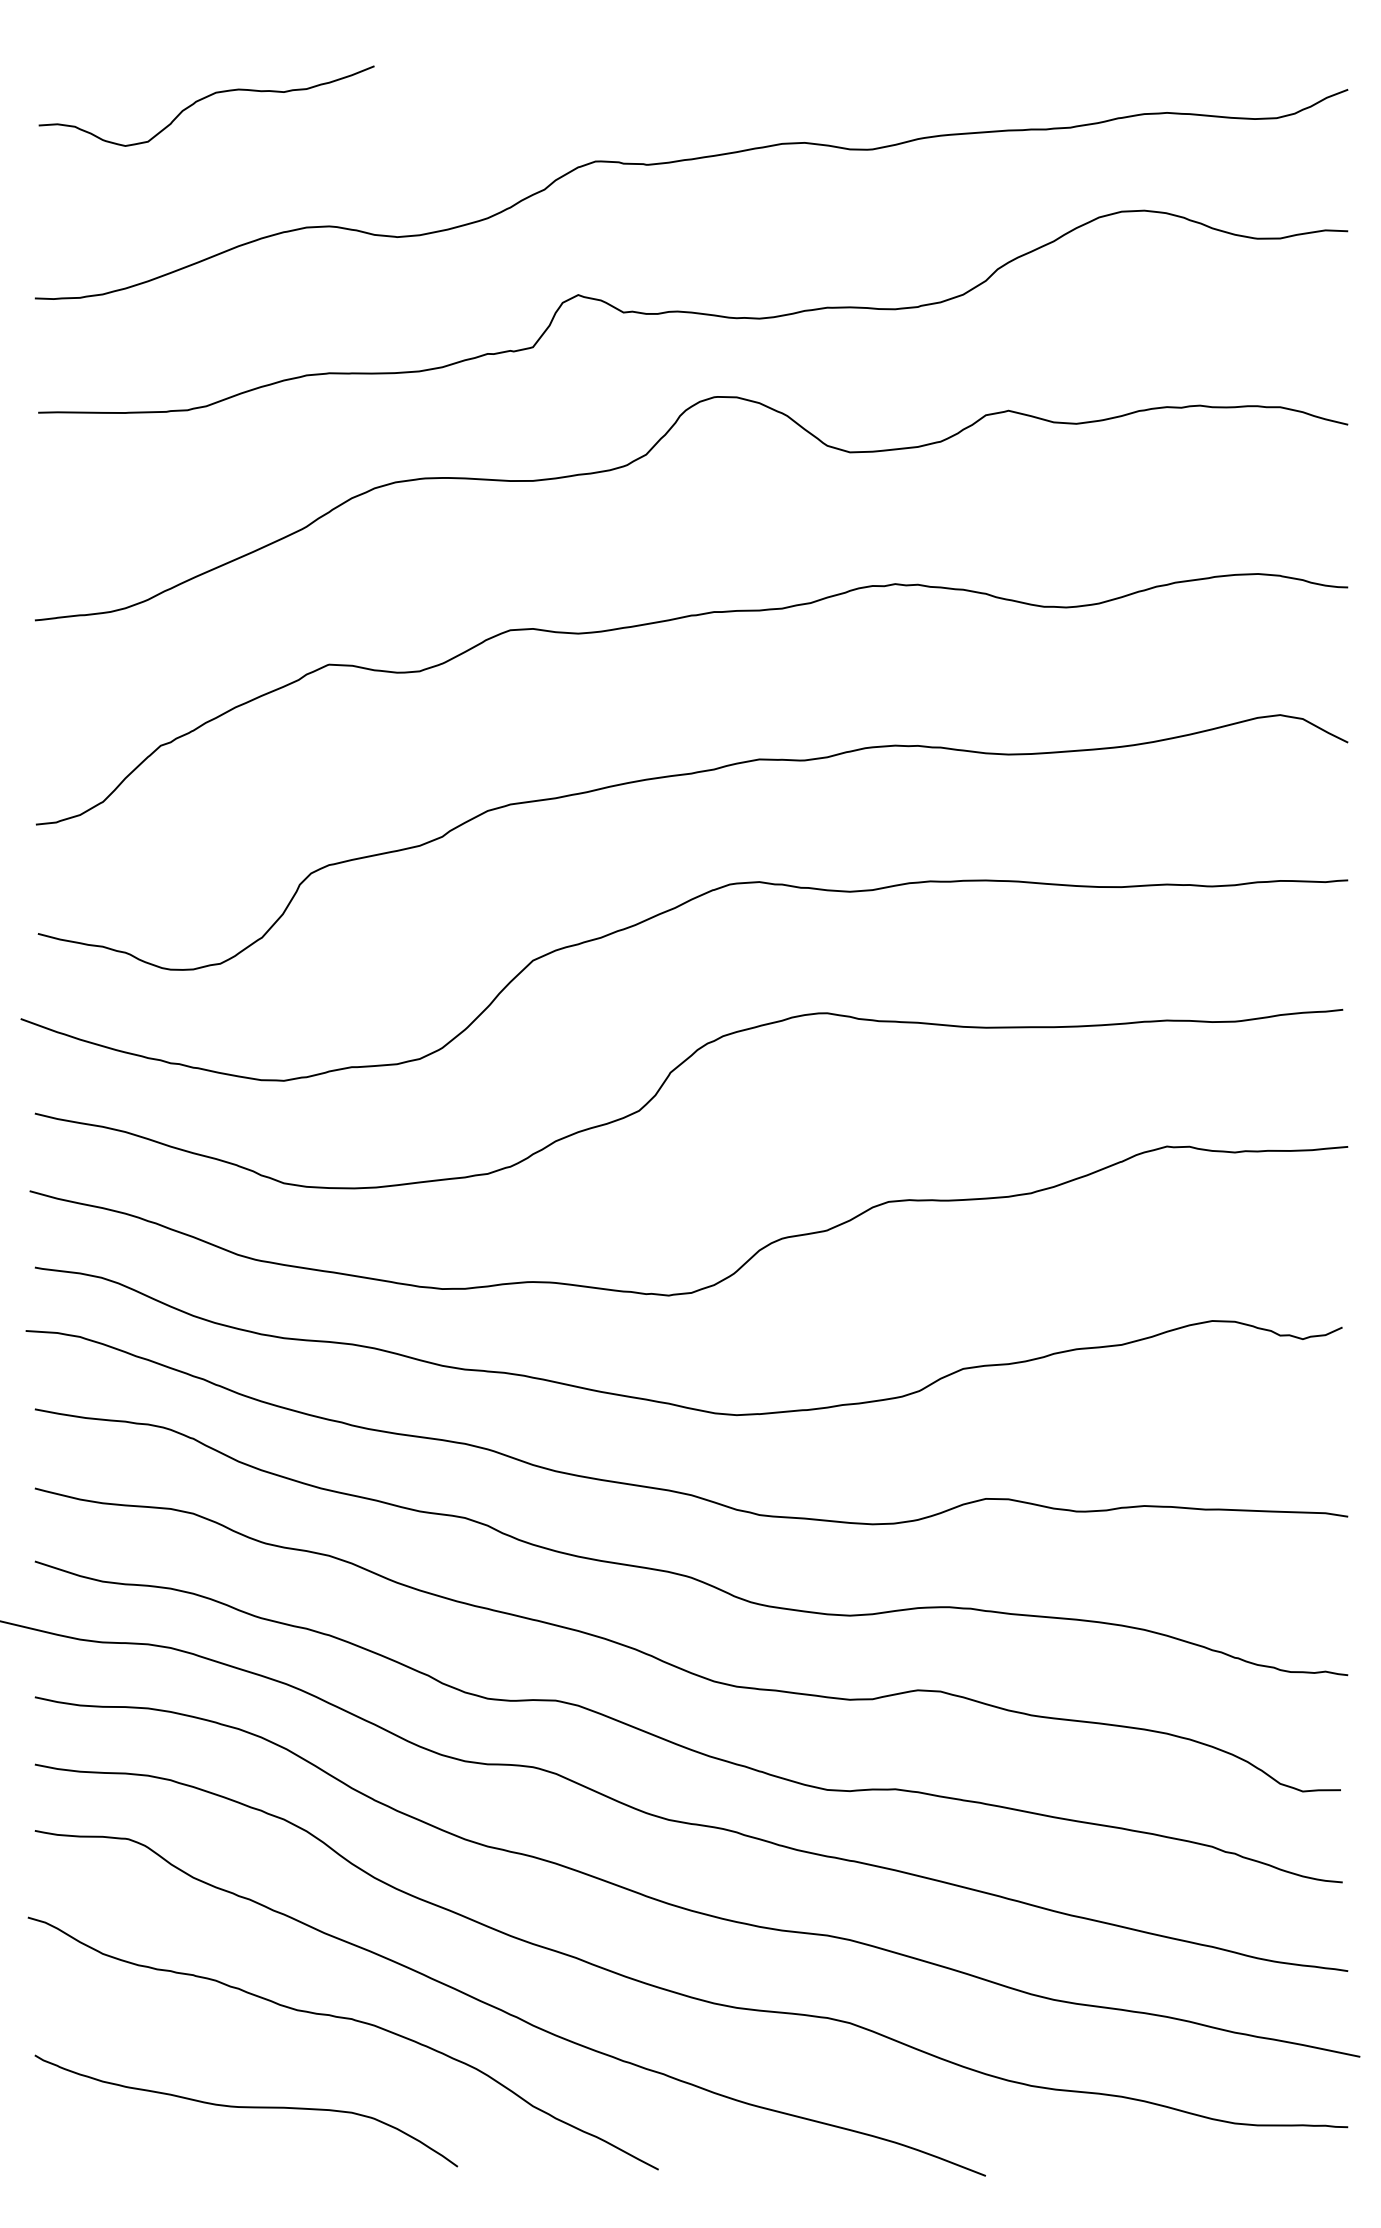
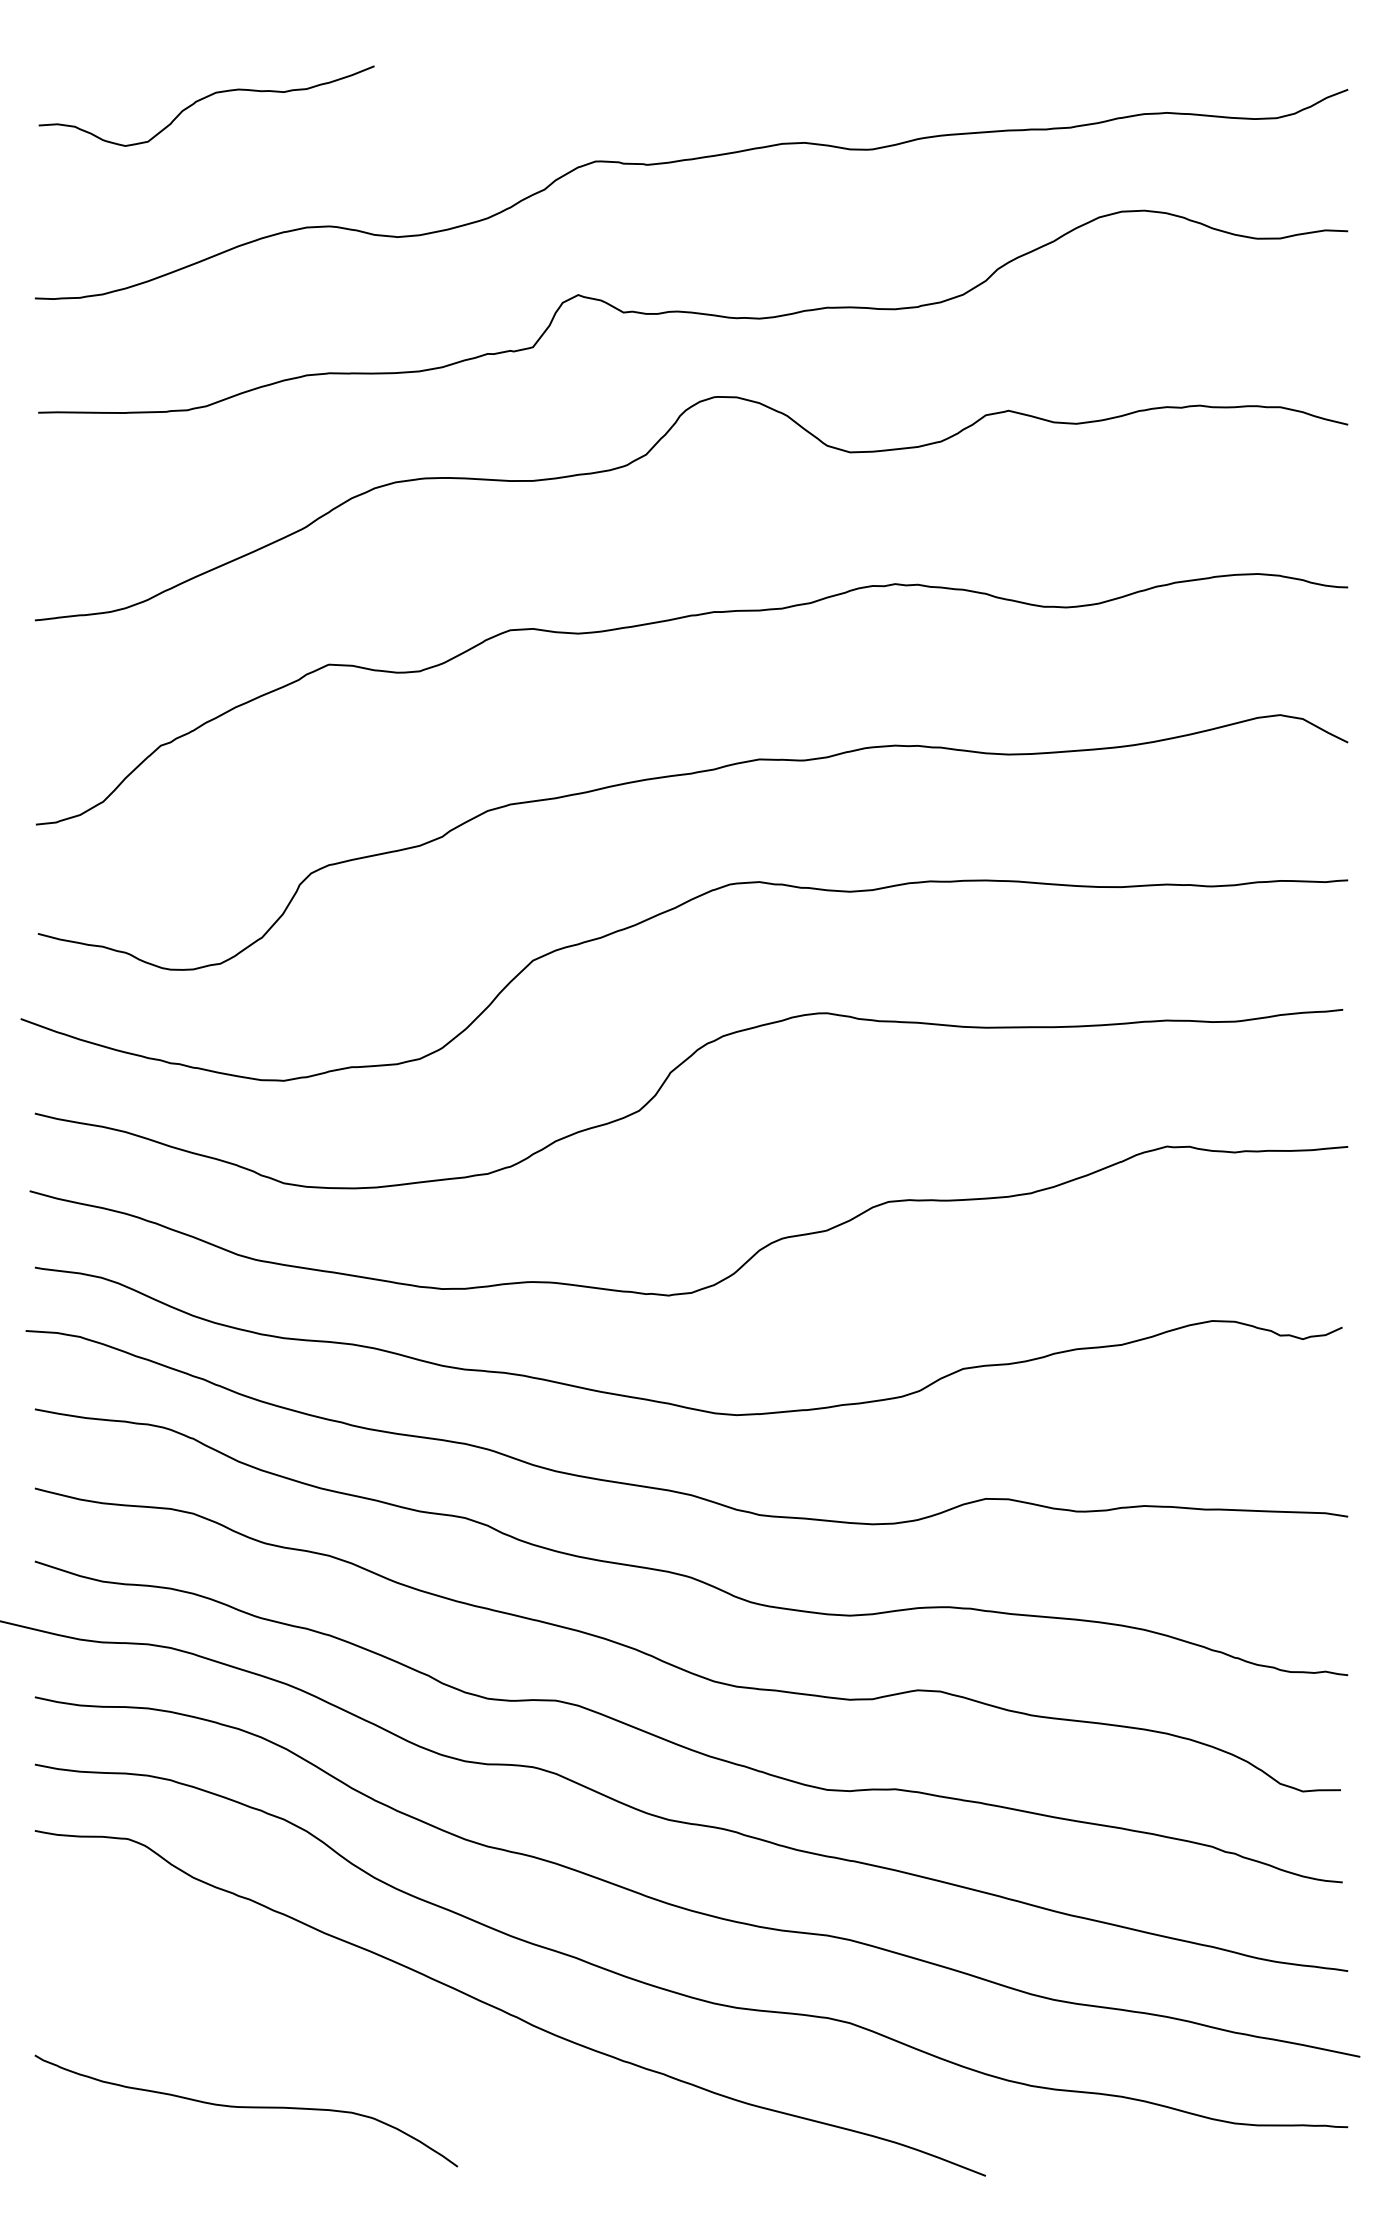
curve at (345, 2019): present -> none
